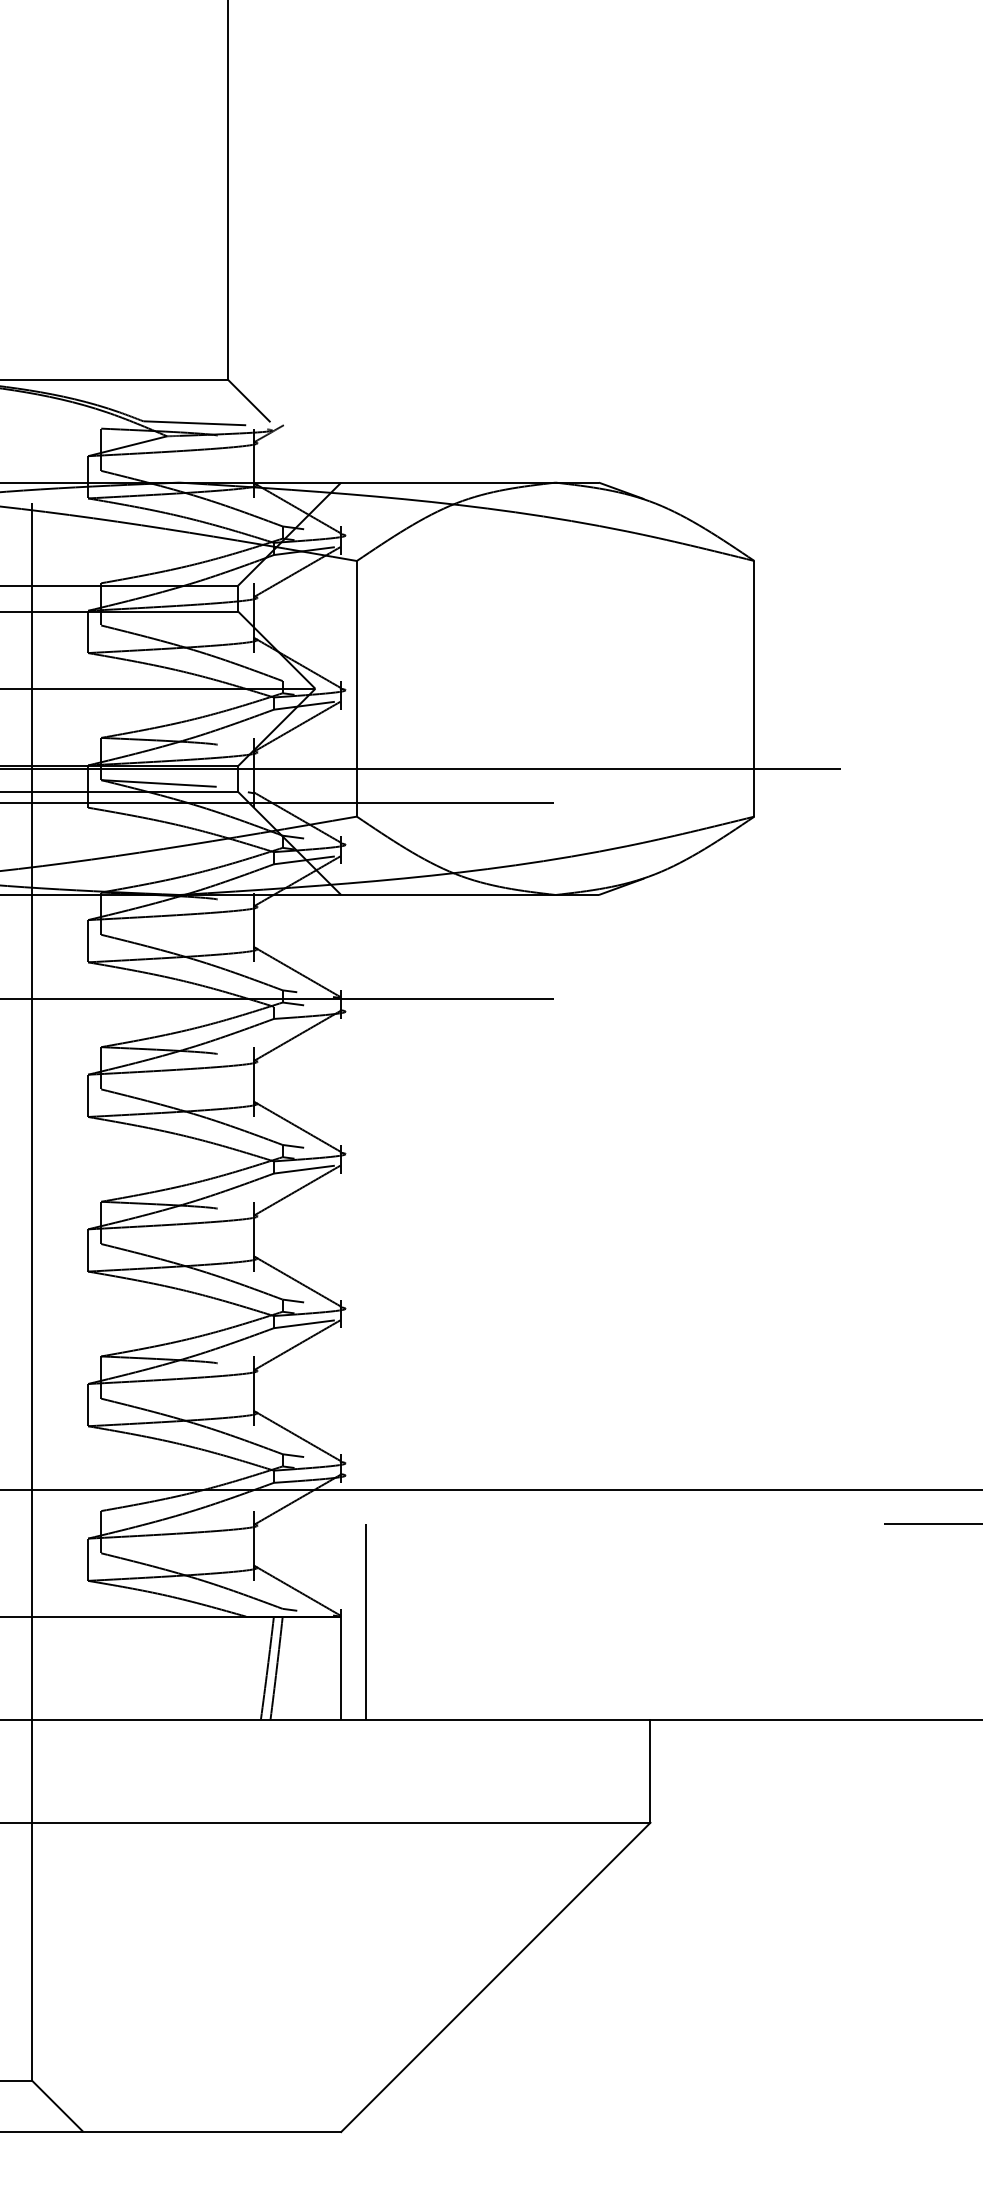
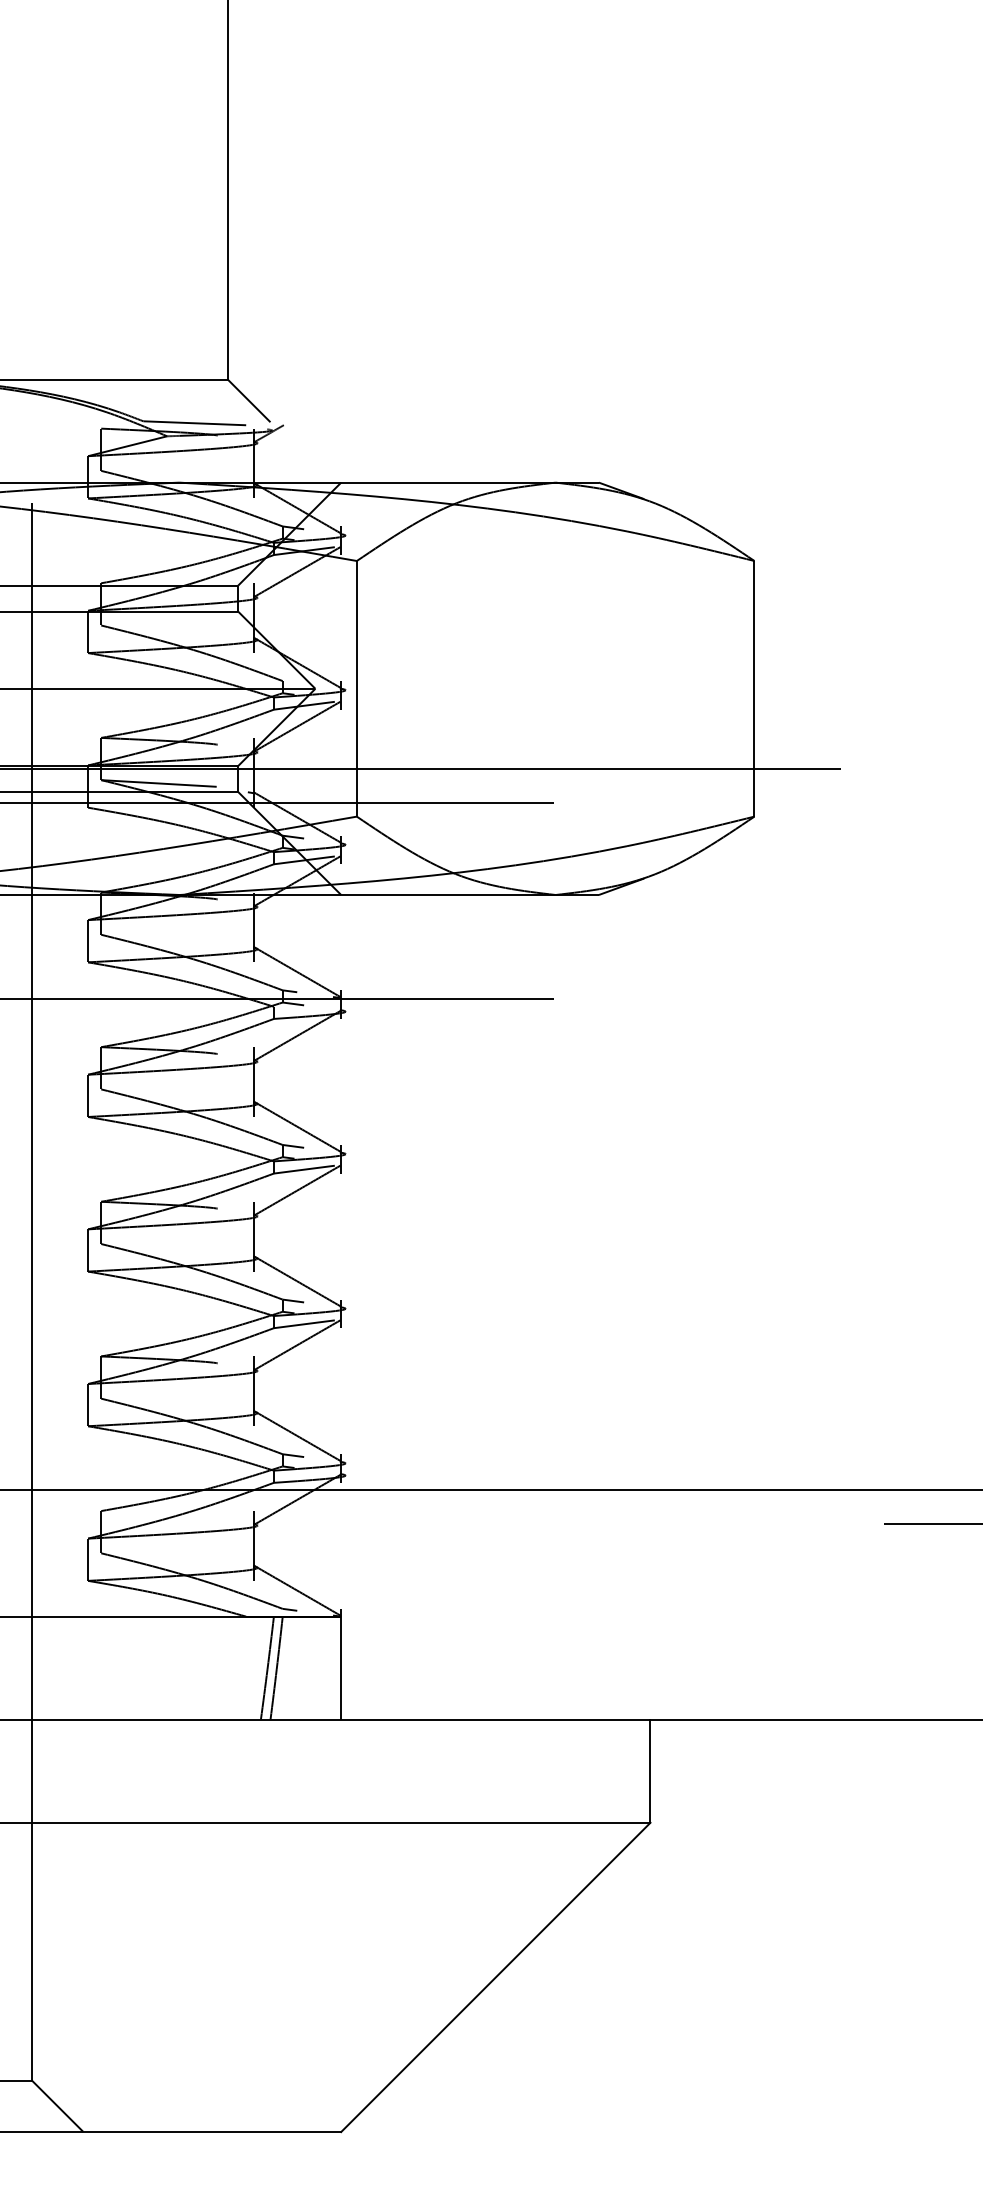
line at (365, 1621): present -> none
